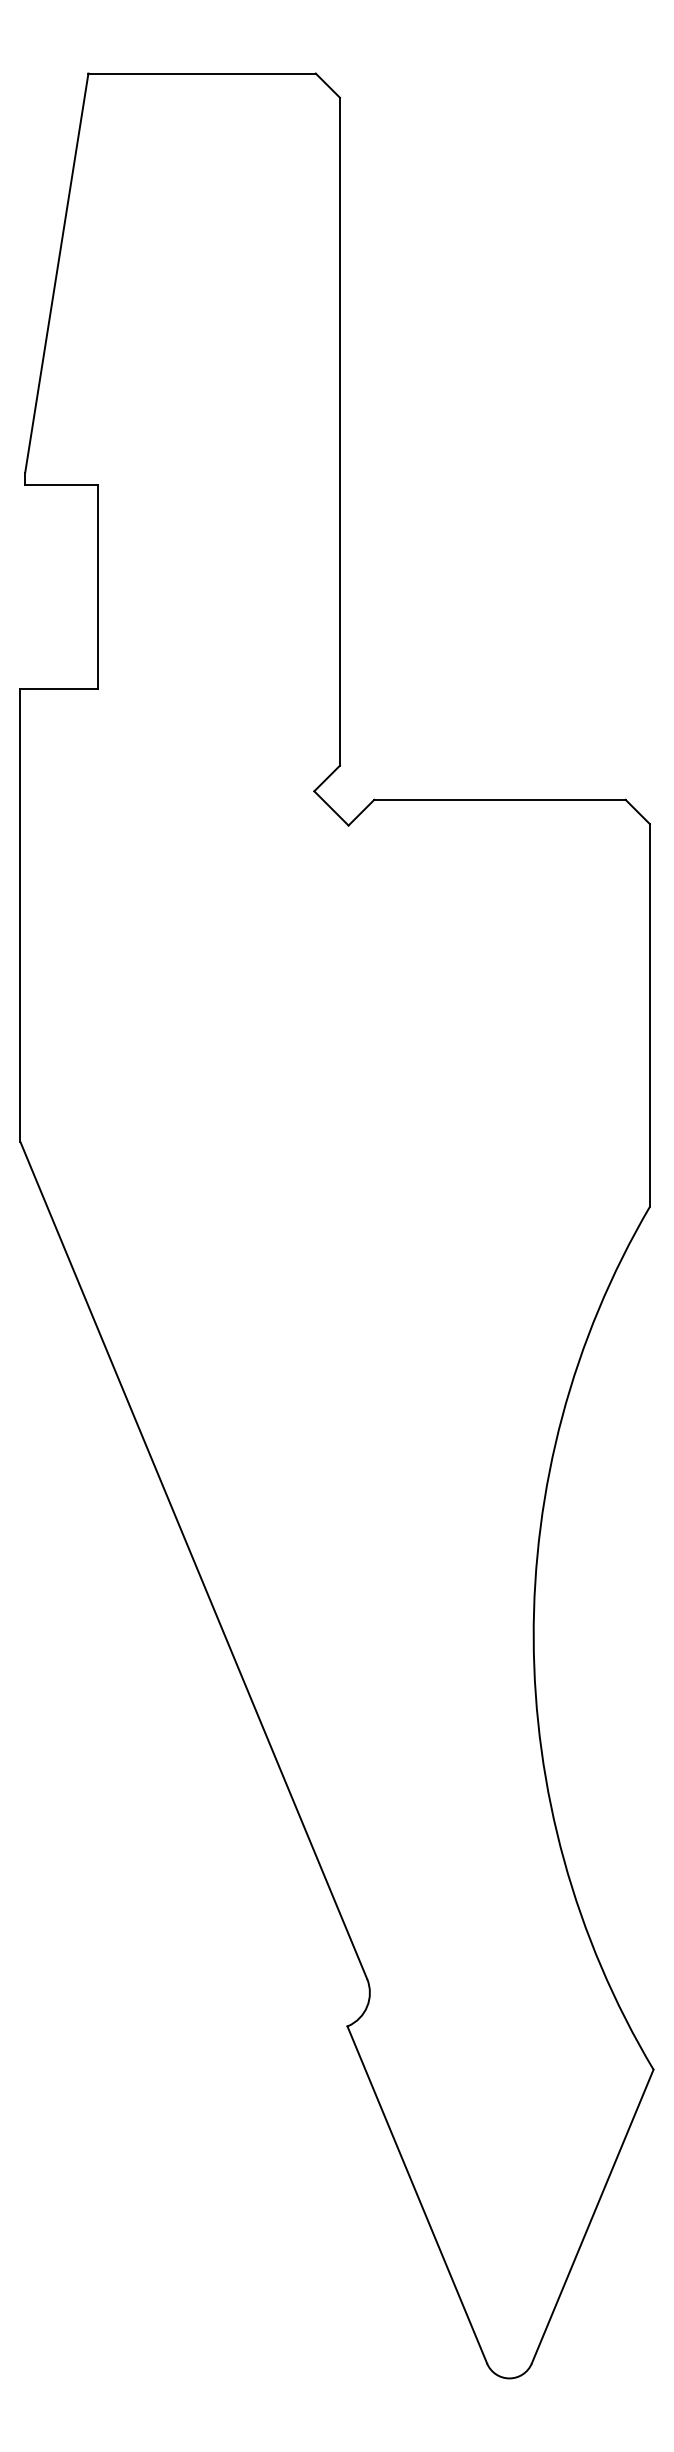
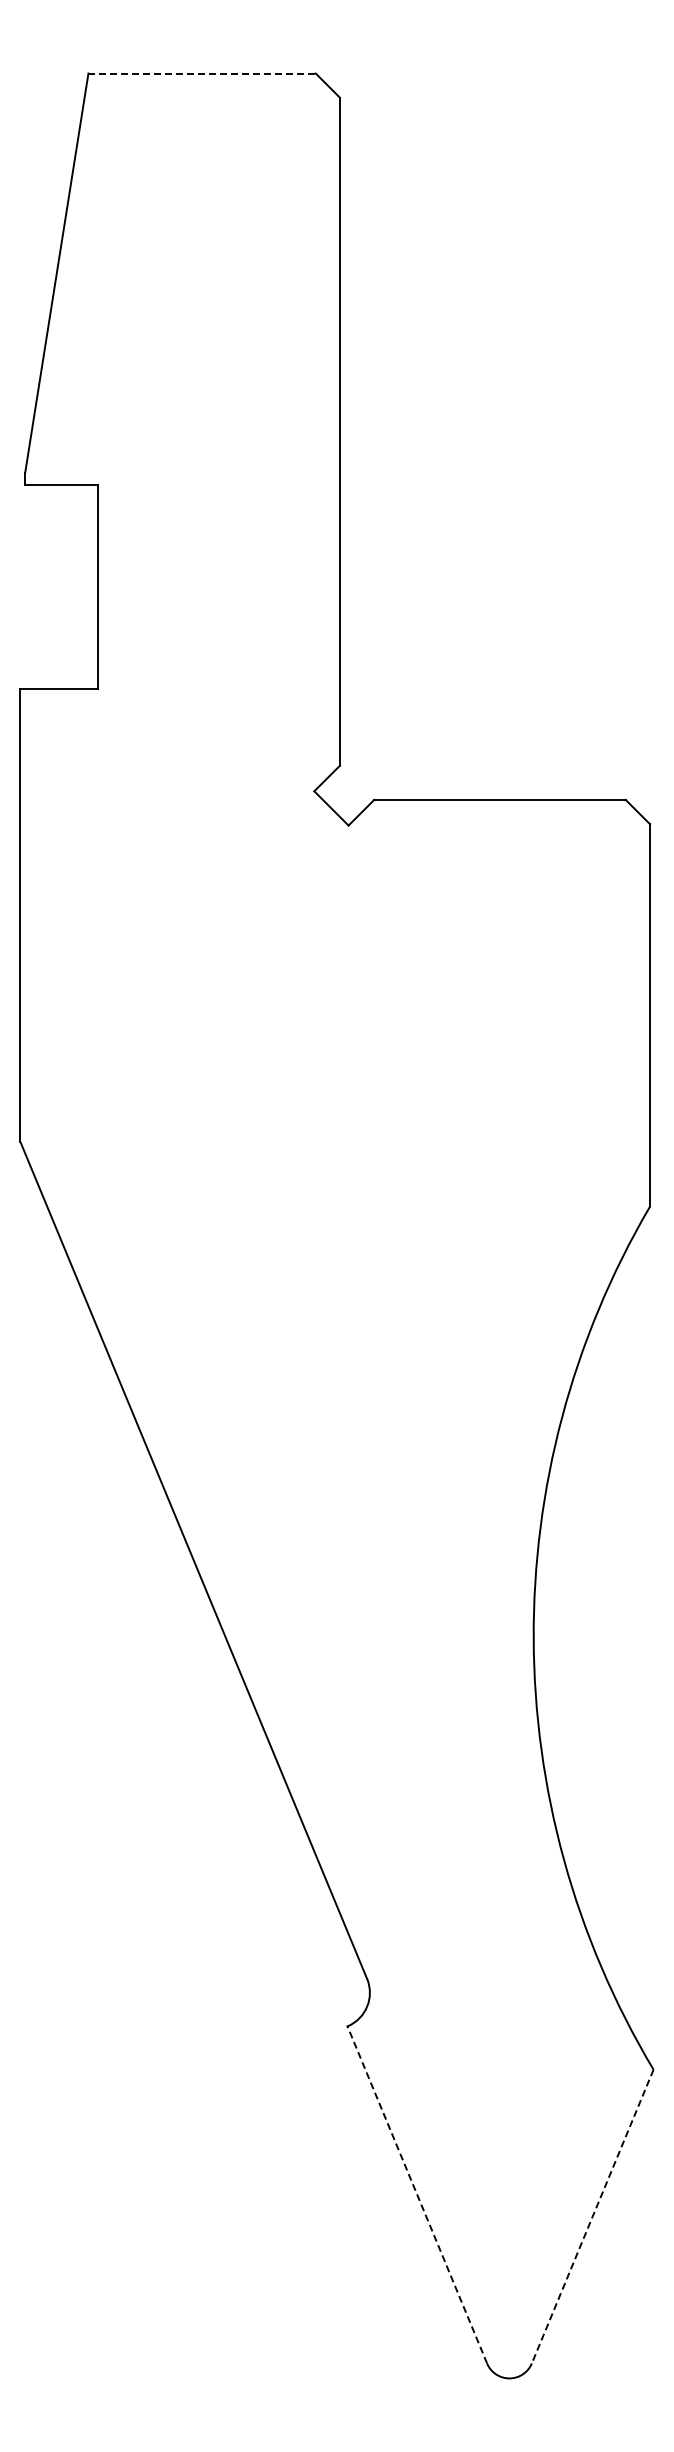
line at (202, 73): solid -> dashed
line at (417, 2194): solid -> dashed
line at (592, 2217): solid -> dashed
